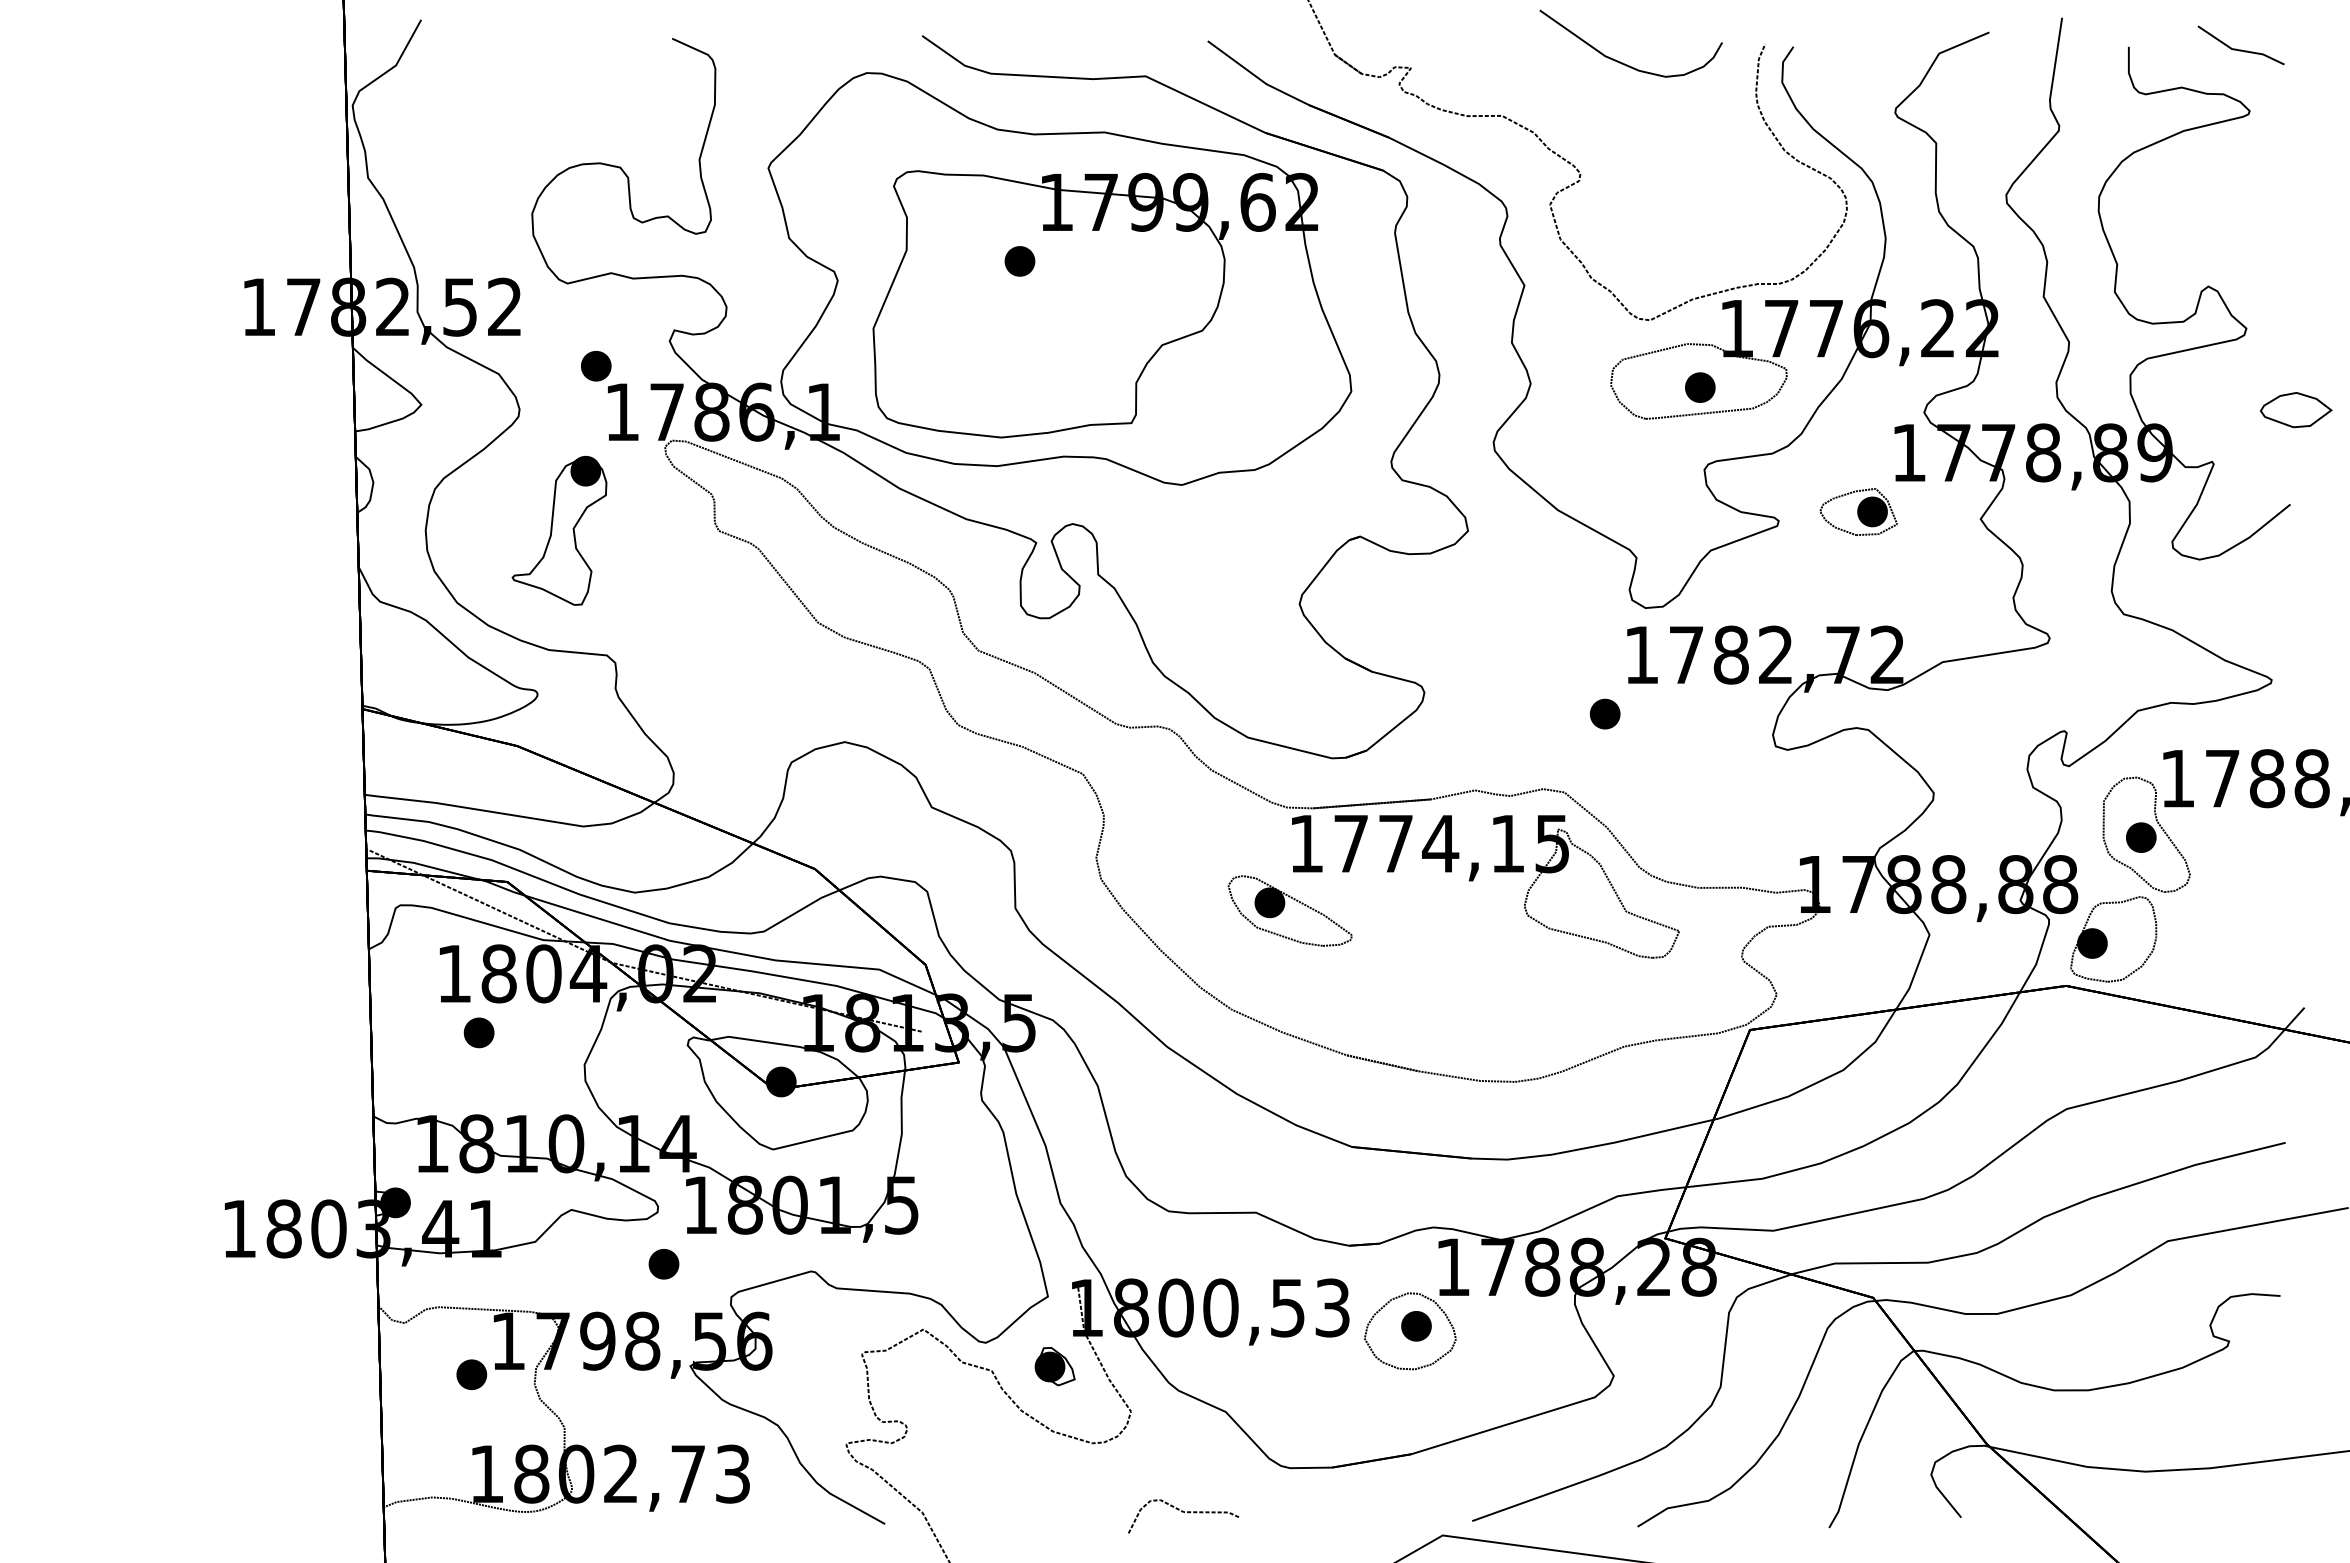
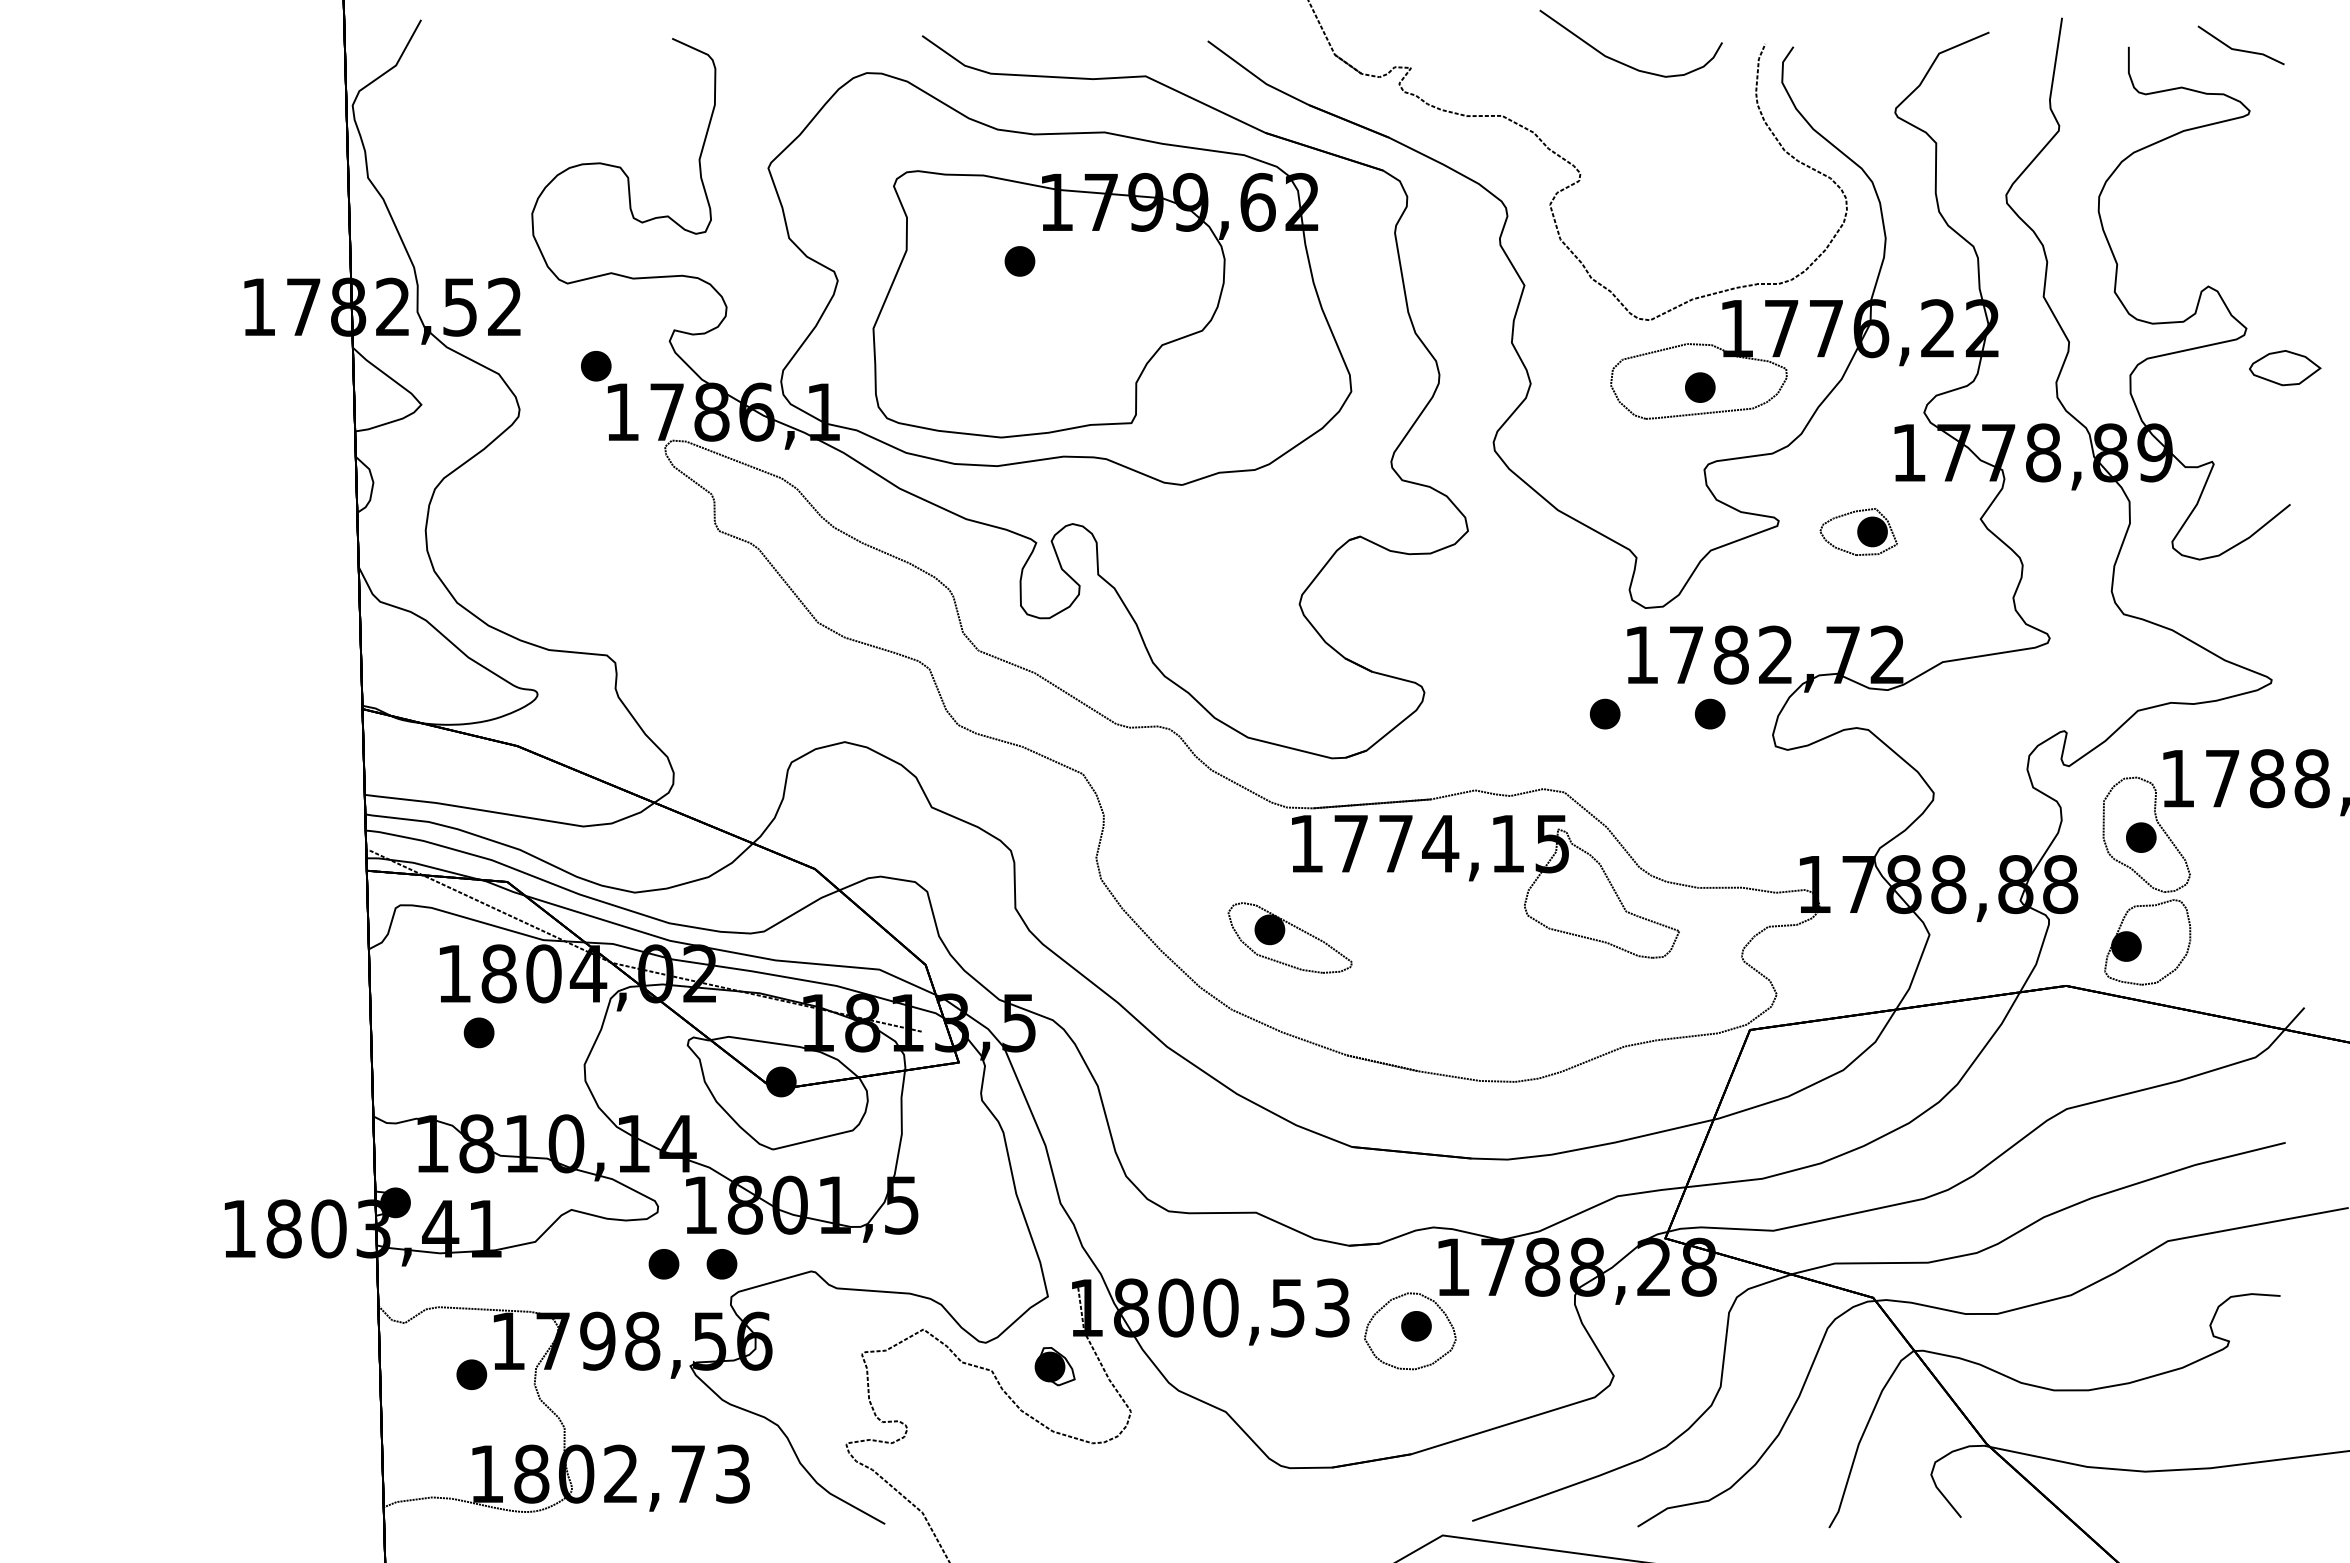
part at (2296, 410) position: (2296, 410) -> (2285, 368)
part at (1858, 511) position: (1858, 511) -> (1858, 531)
part at (559, 530): present -> none
part at (1710, 713): none -> present
part at (1289, 910) position: (1289, 910) -> (1289, 937)
part at (2113, 939) position: (2113, 939) -> (2147, 942)
part at (721, 1264): none -> present
curve at (1184, 1513): present -> none
